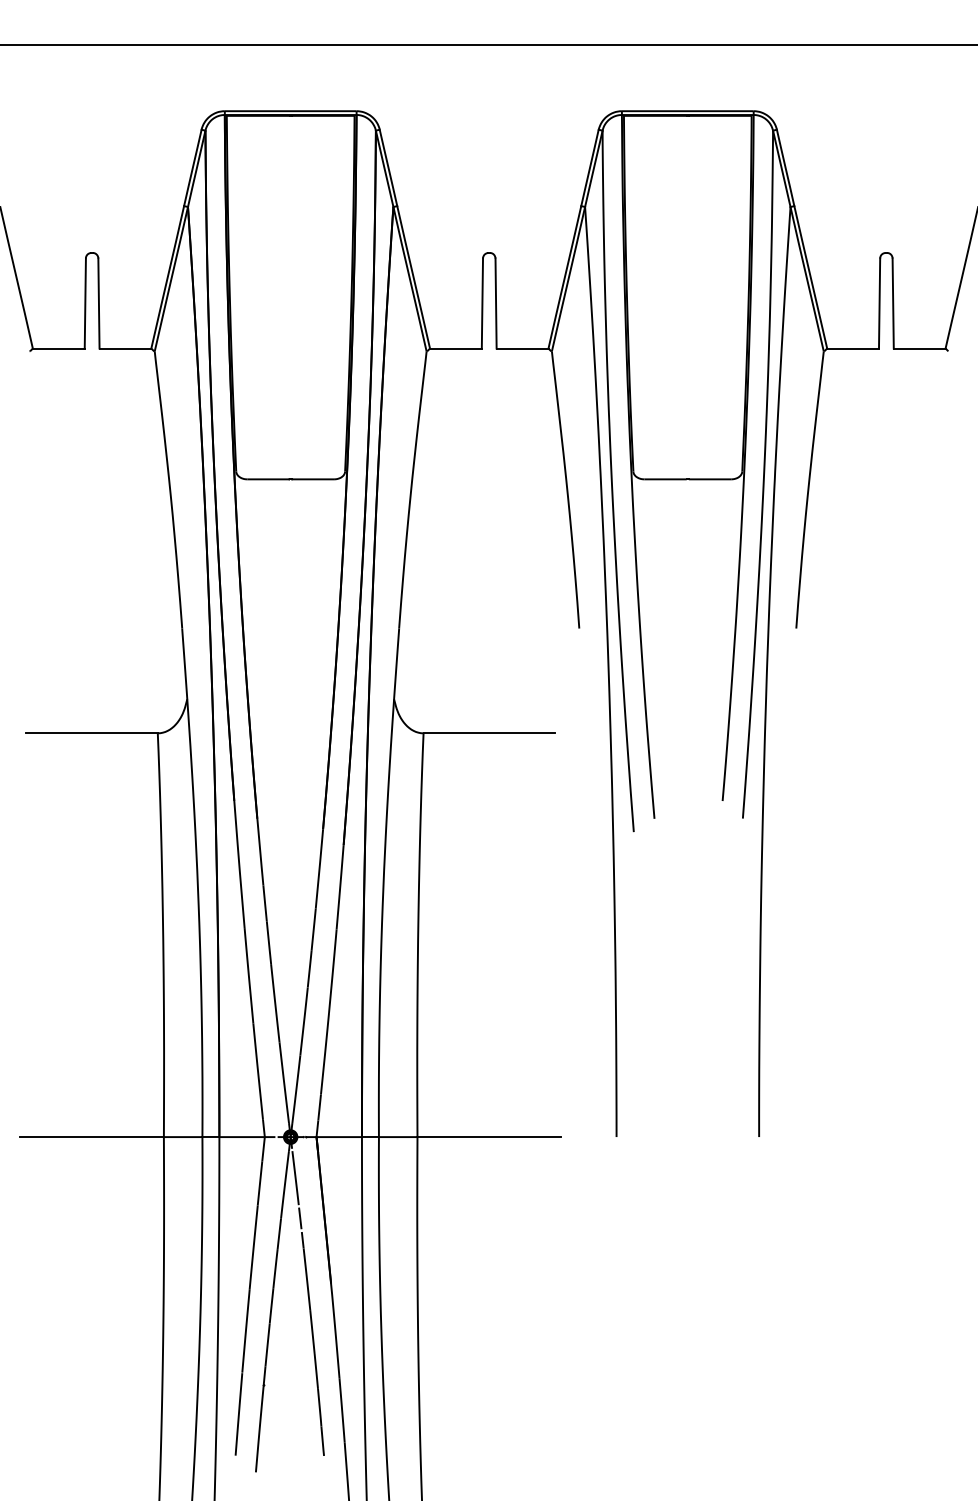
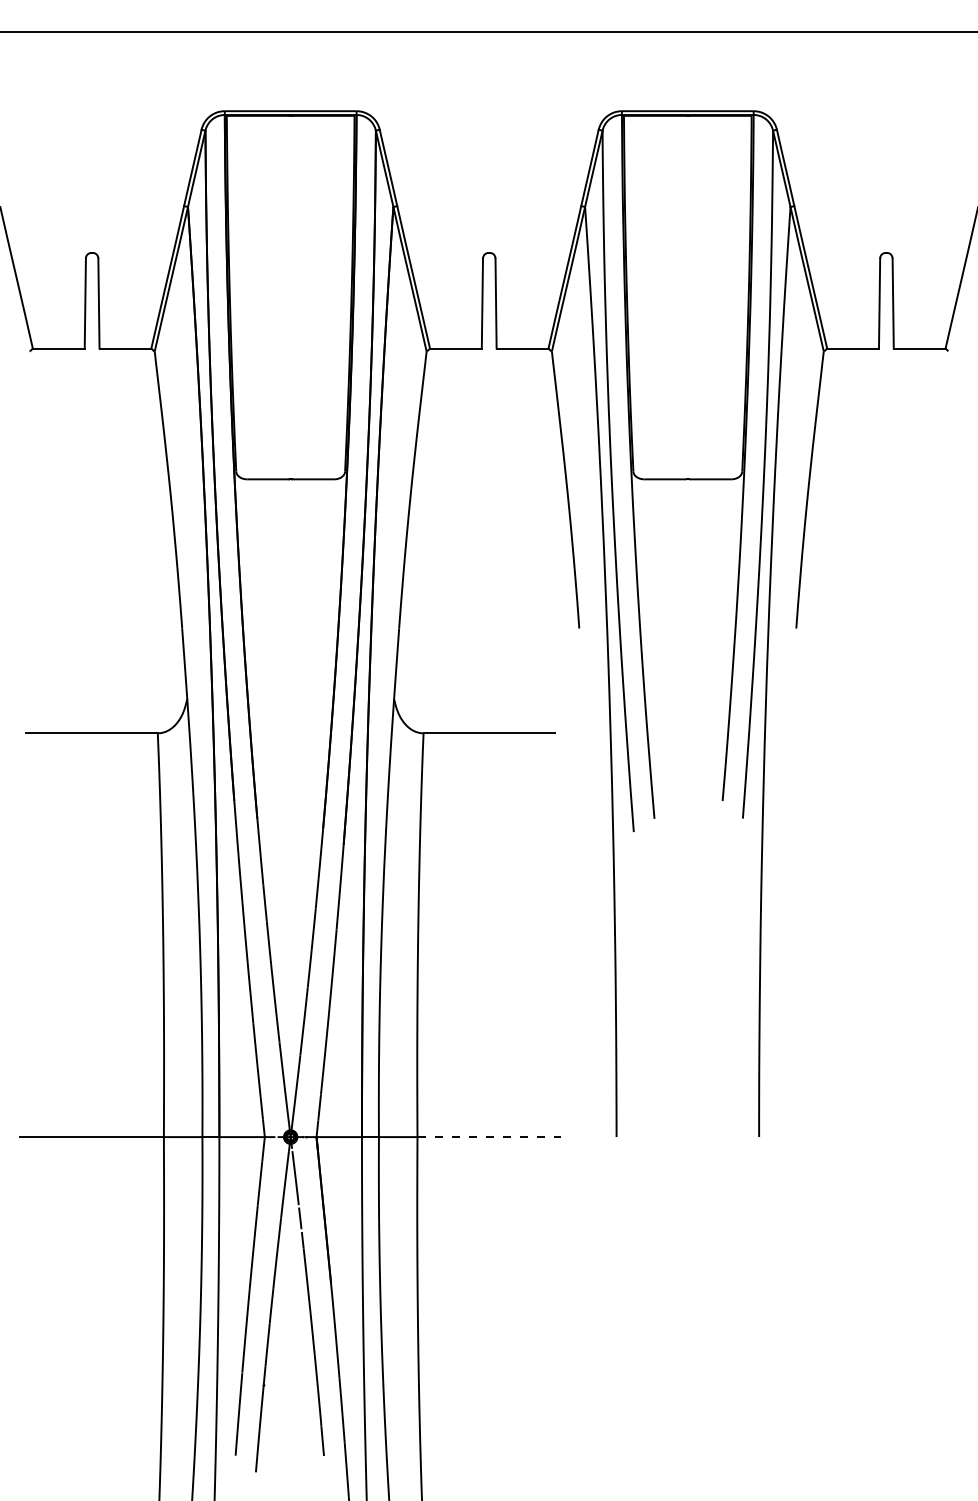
line at (488, 45) position: (488, 45) -> (488, 32)
line at (489, 1137): solid -> dashed
